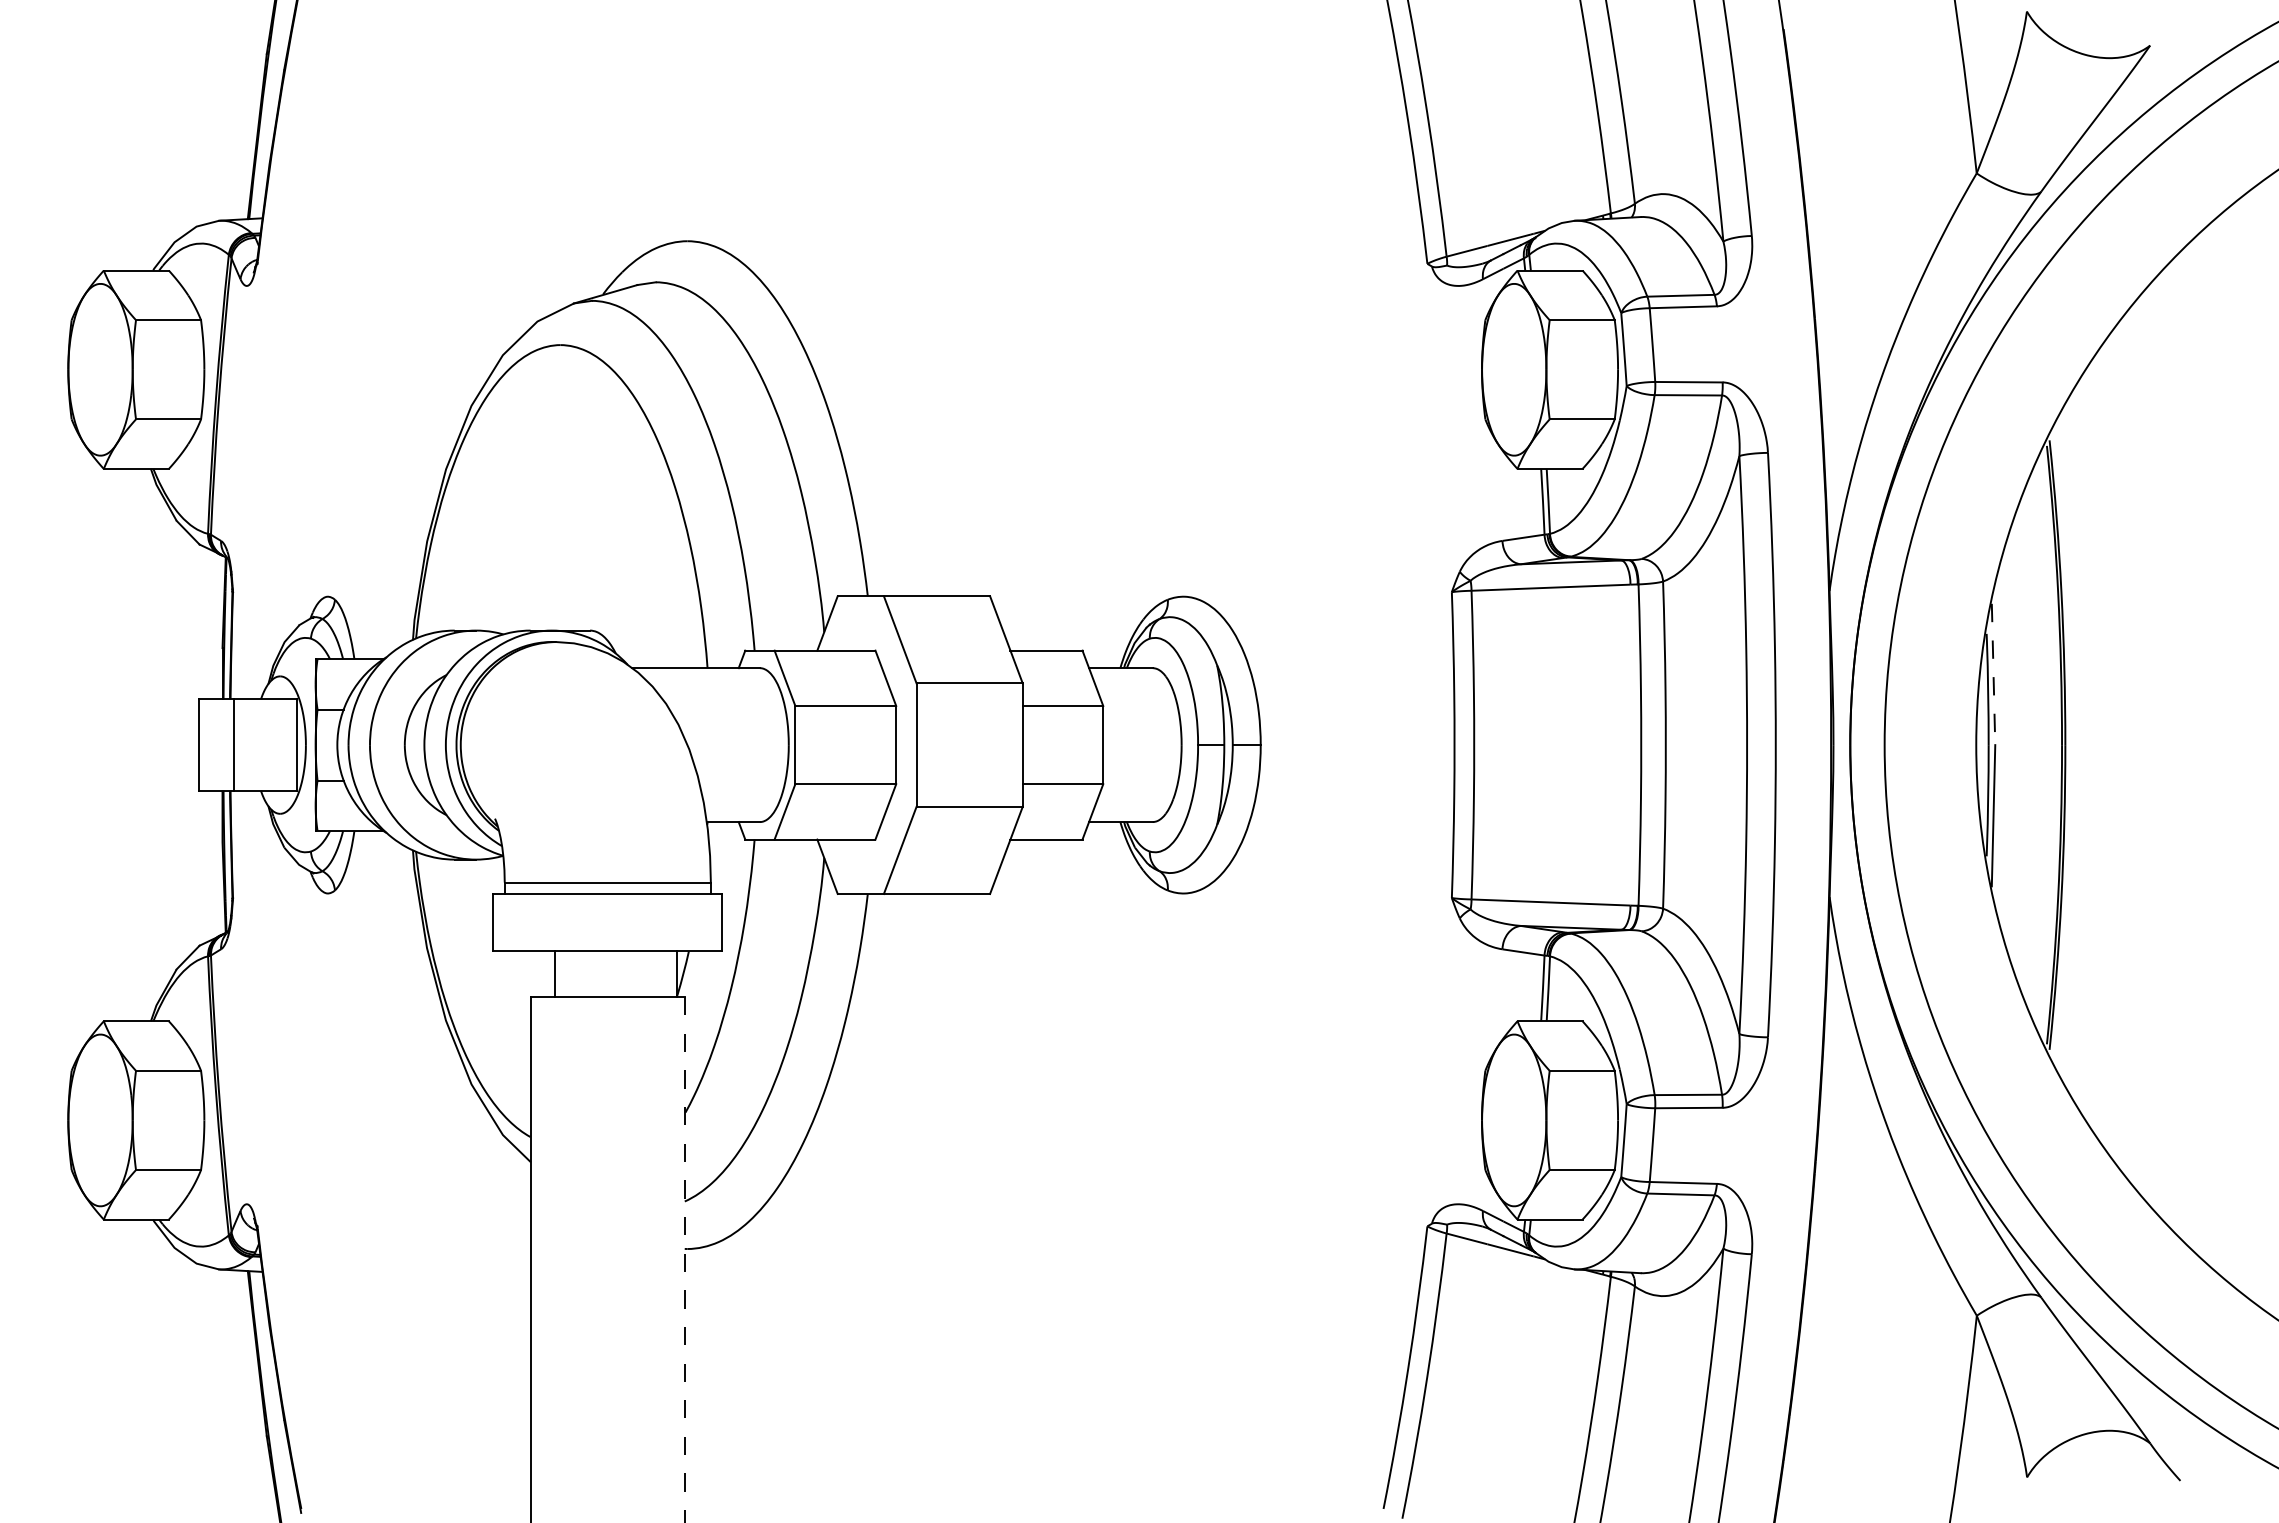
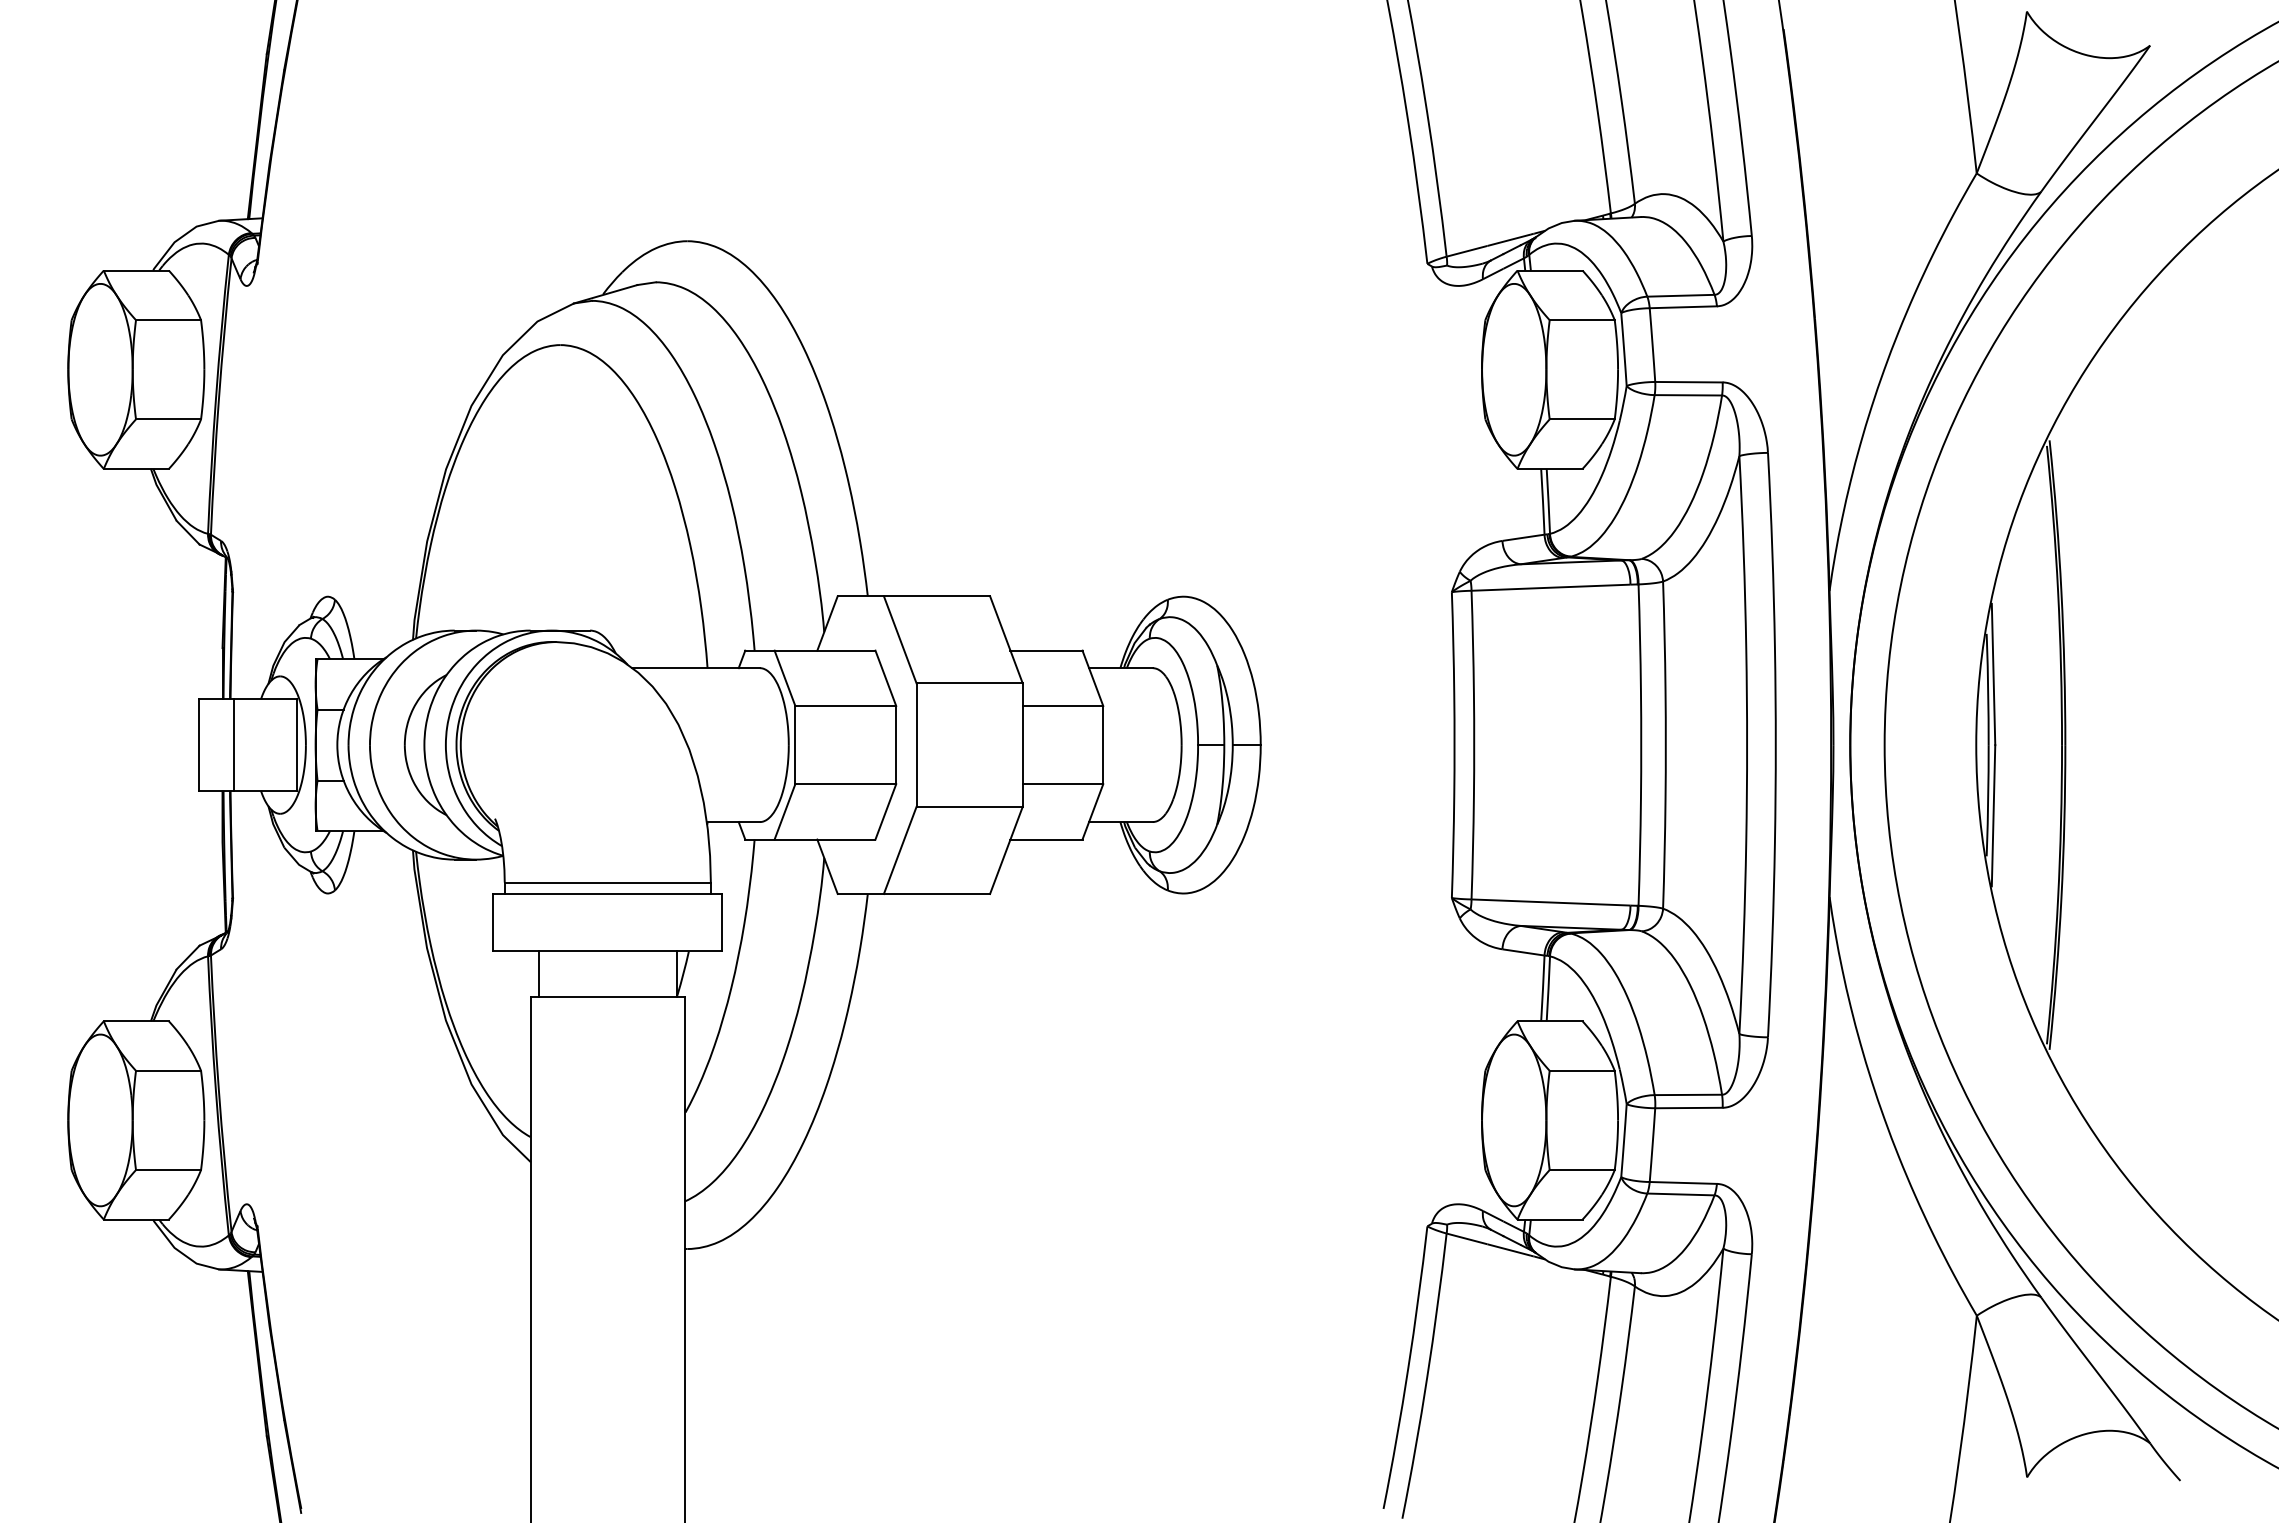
line at (1993, 674): dashed -> solid
line at (555, 974) position: (555, 974) -> (539, 974)
line at (684, 1259): dashed -> solid
